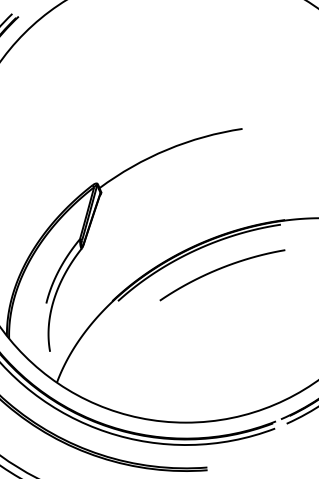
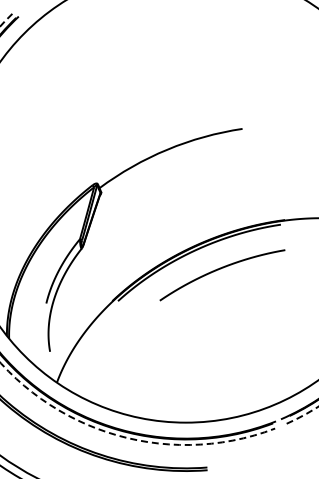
arc at (303, 415): solid -> dashed
arc at (117, 435): solid -> dashed
